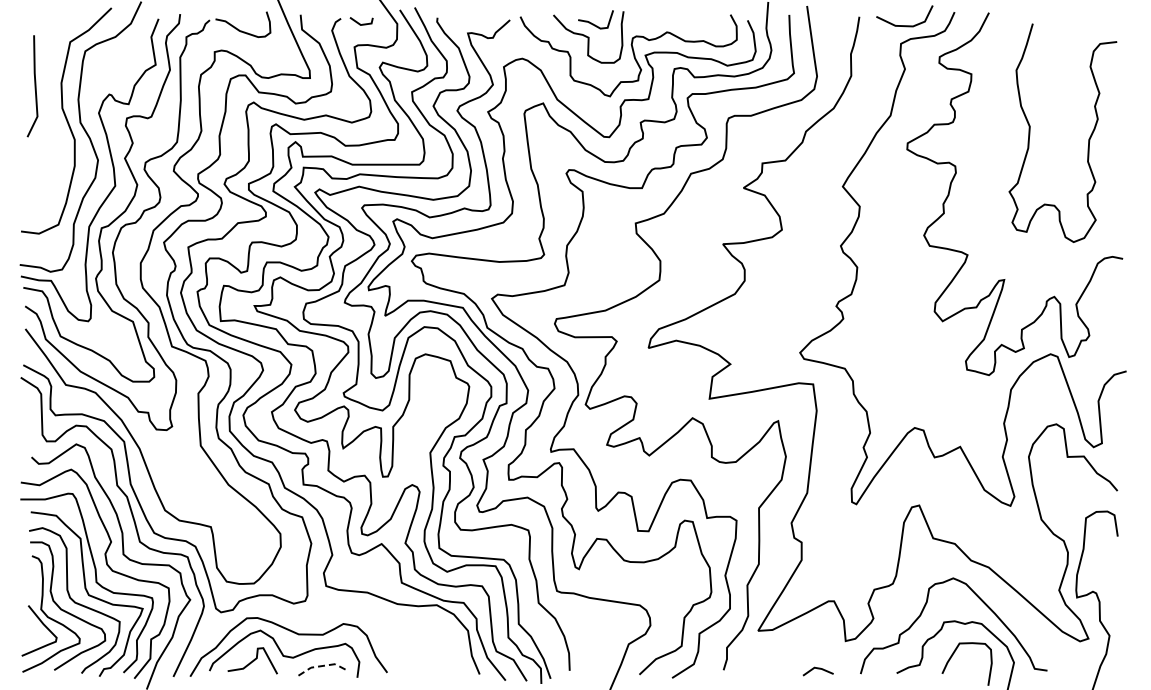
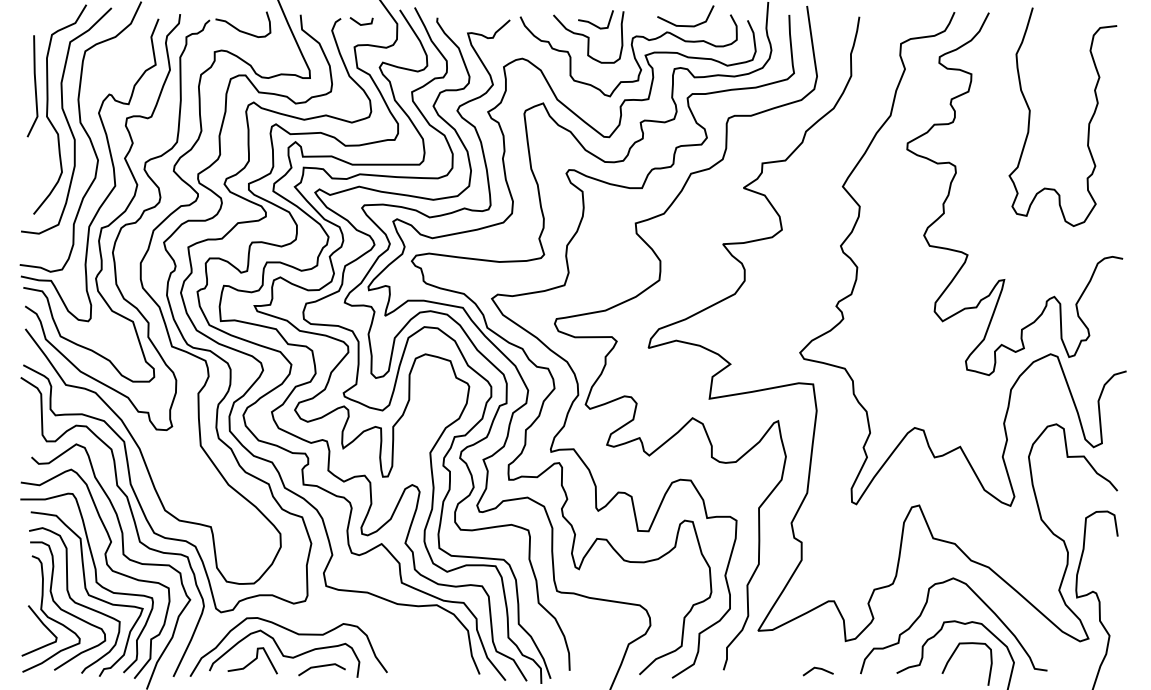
line at (904, 25) position: (904, 25) -> (685, 25)
curve at (48, 109): none -> present
curve at (1088, 139) position: (1088, 139) -> (1088, 123)
line at (321, 666): dashed -> solid
